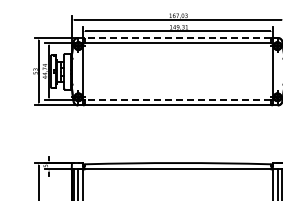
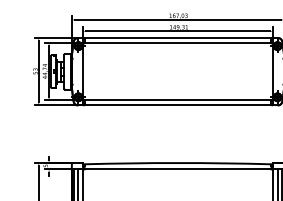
line at (177, 37): dashed -> solid
line at (177, 100): dashed -> solid
